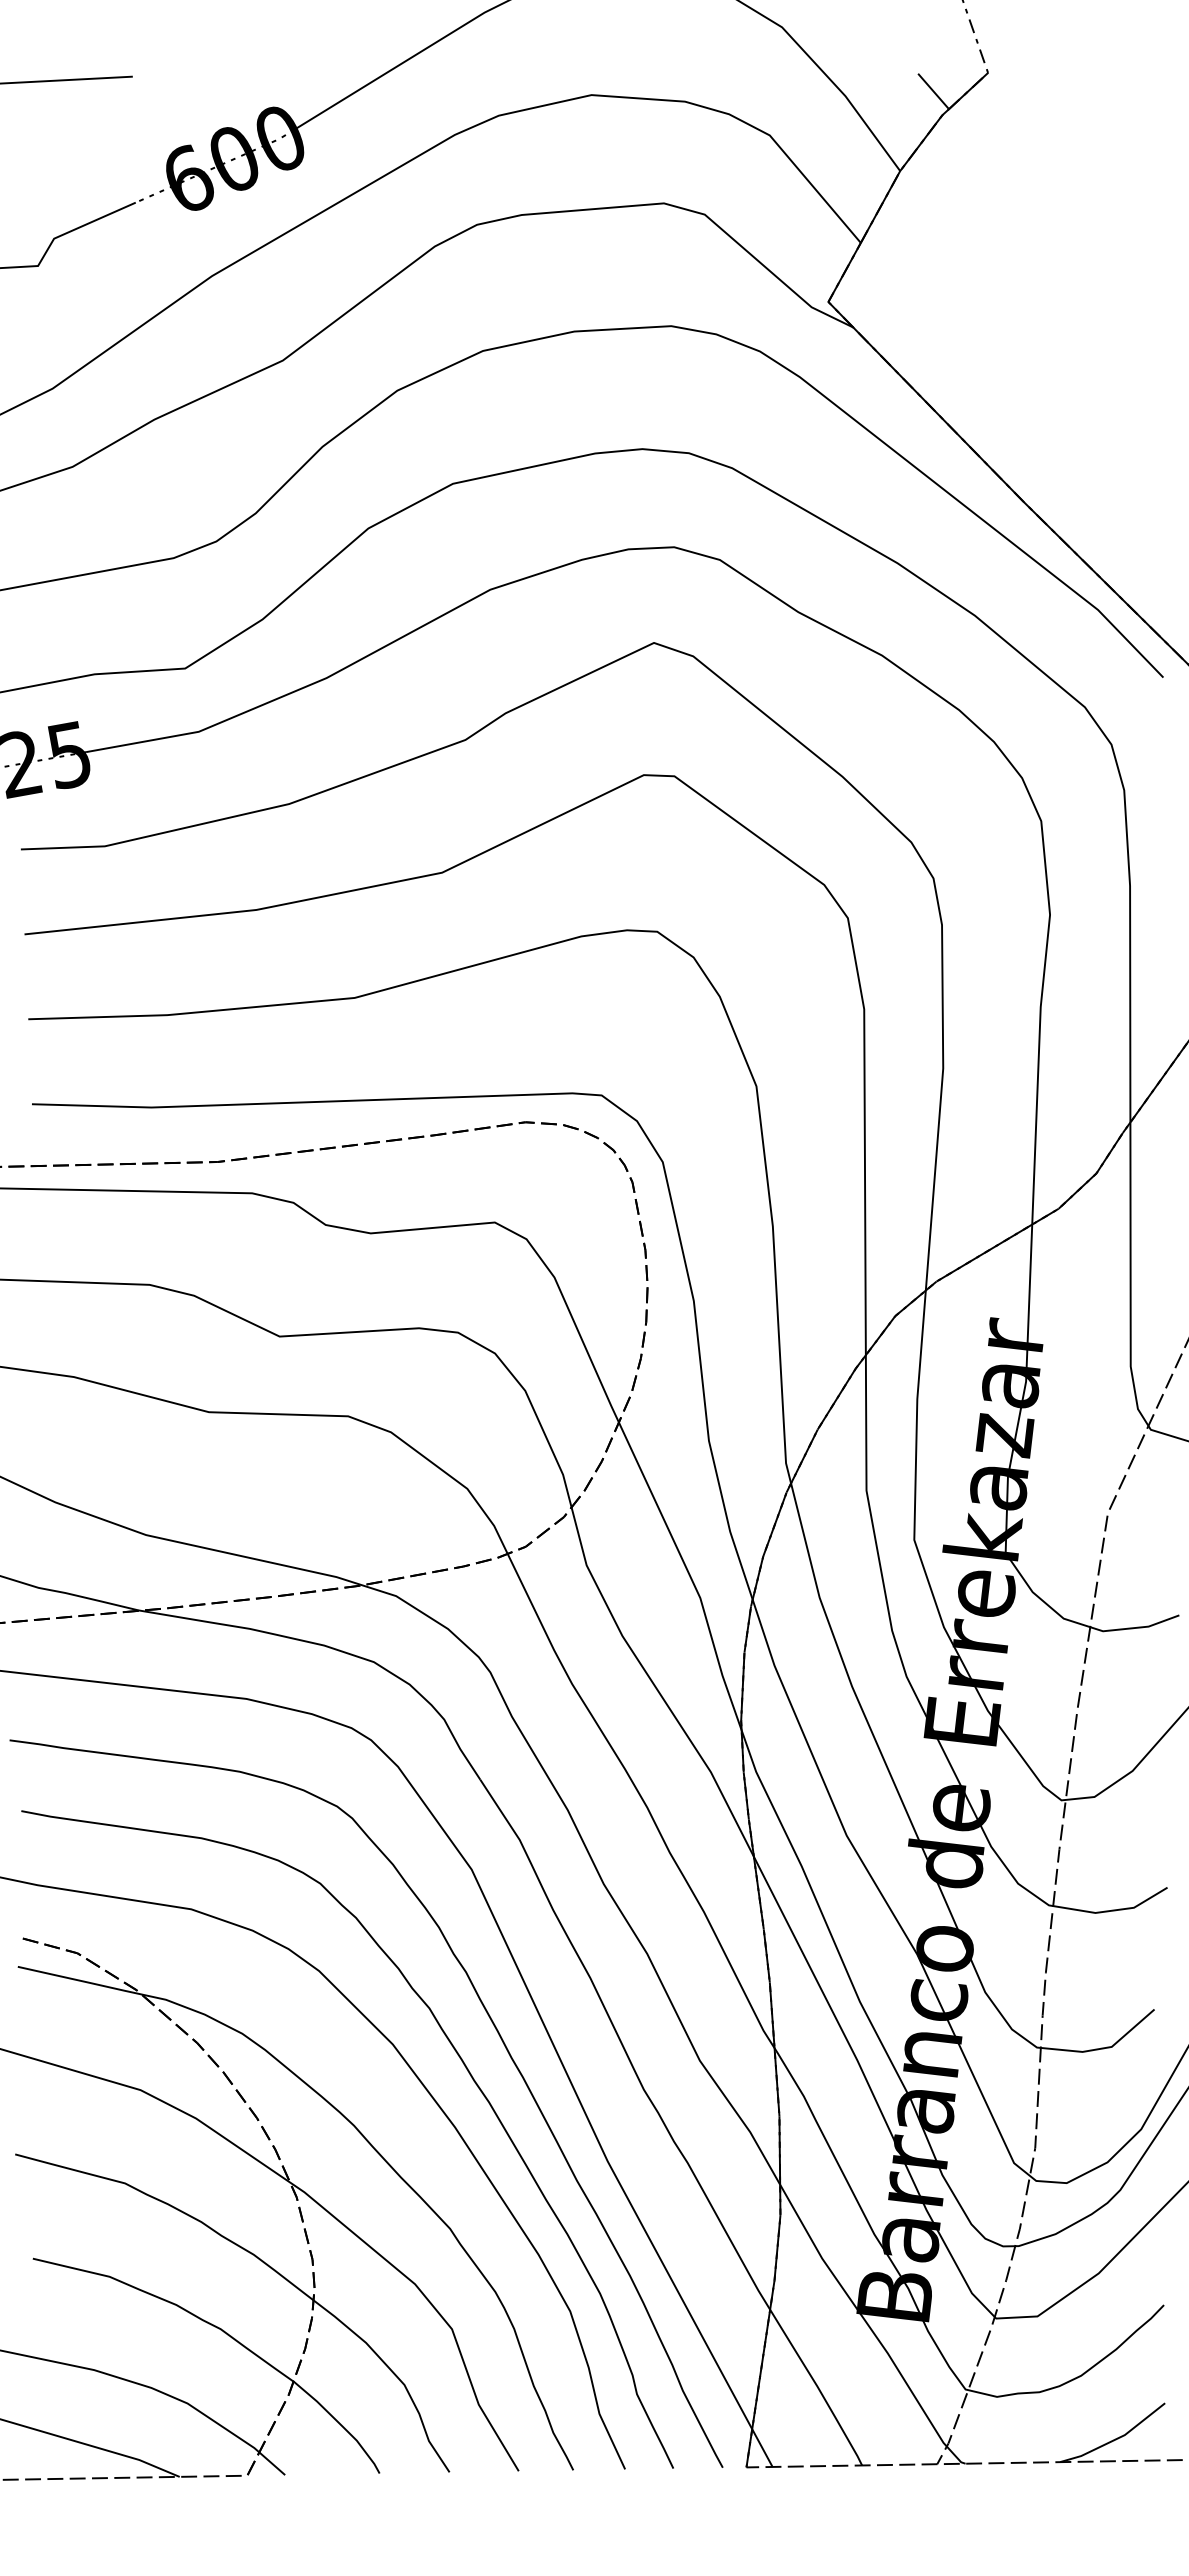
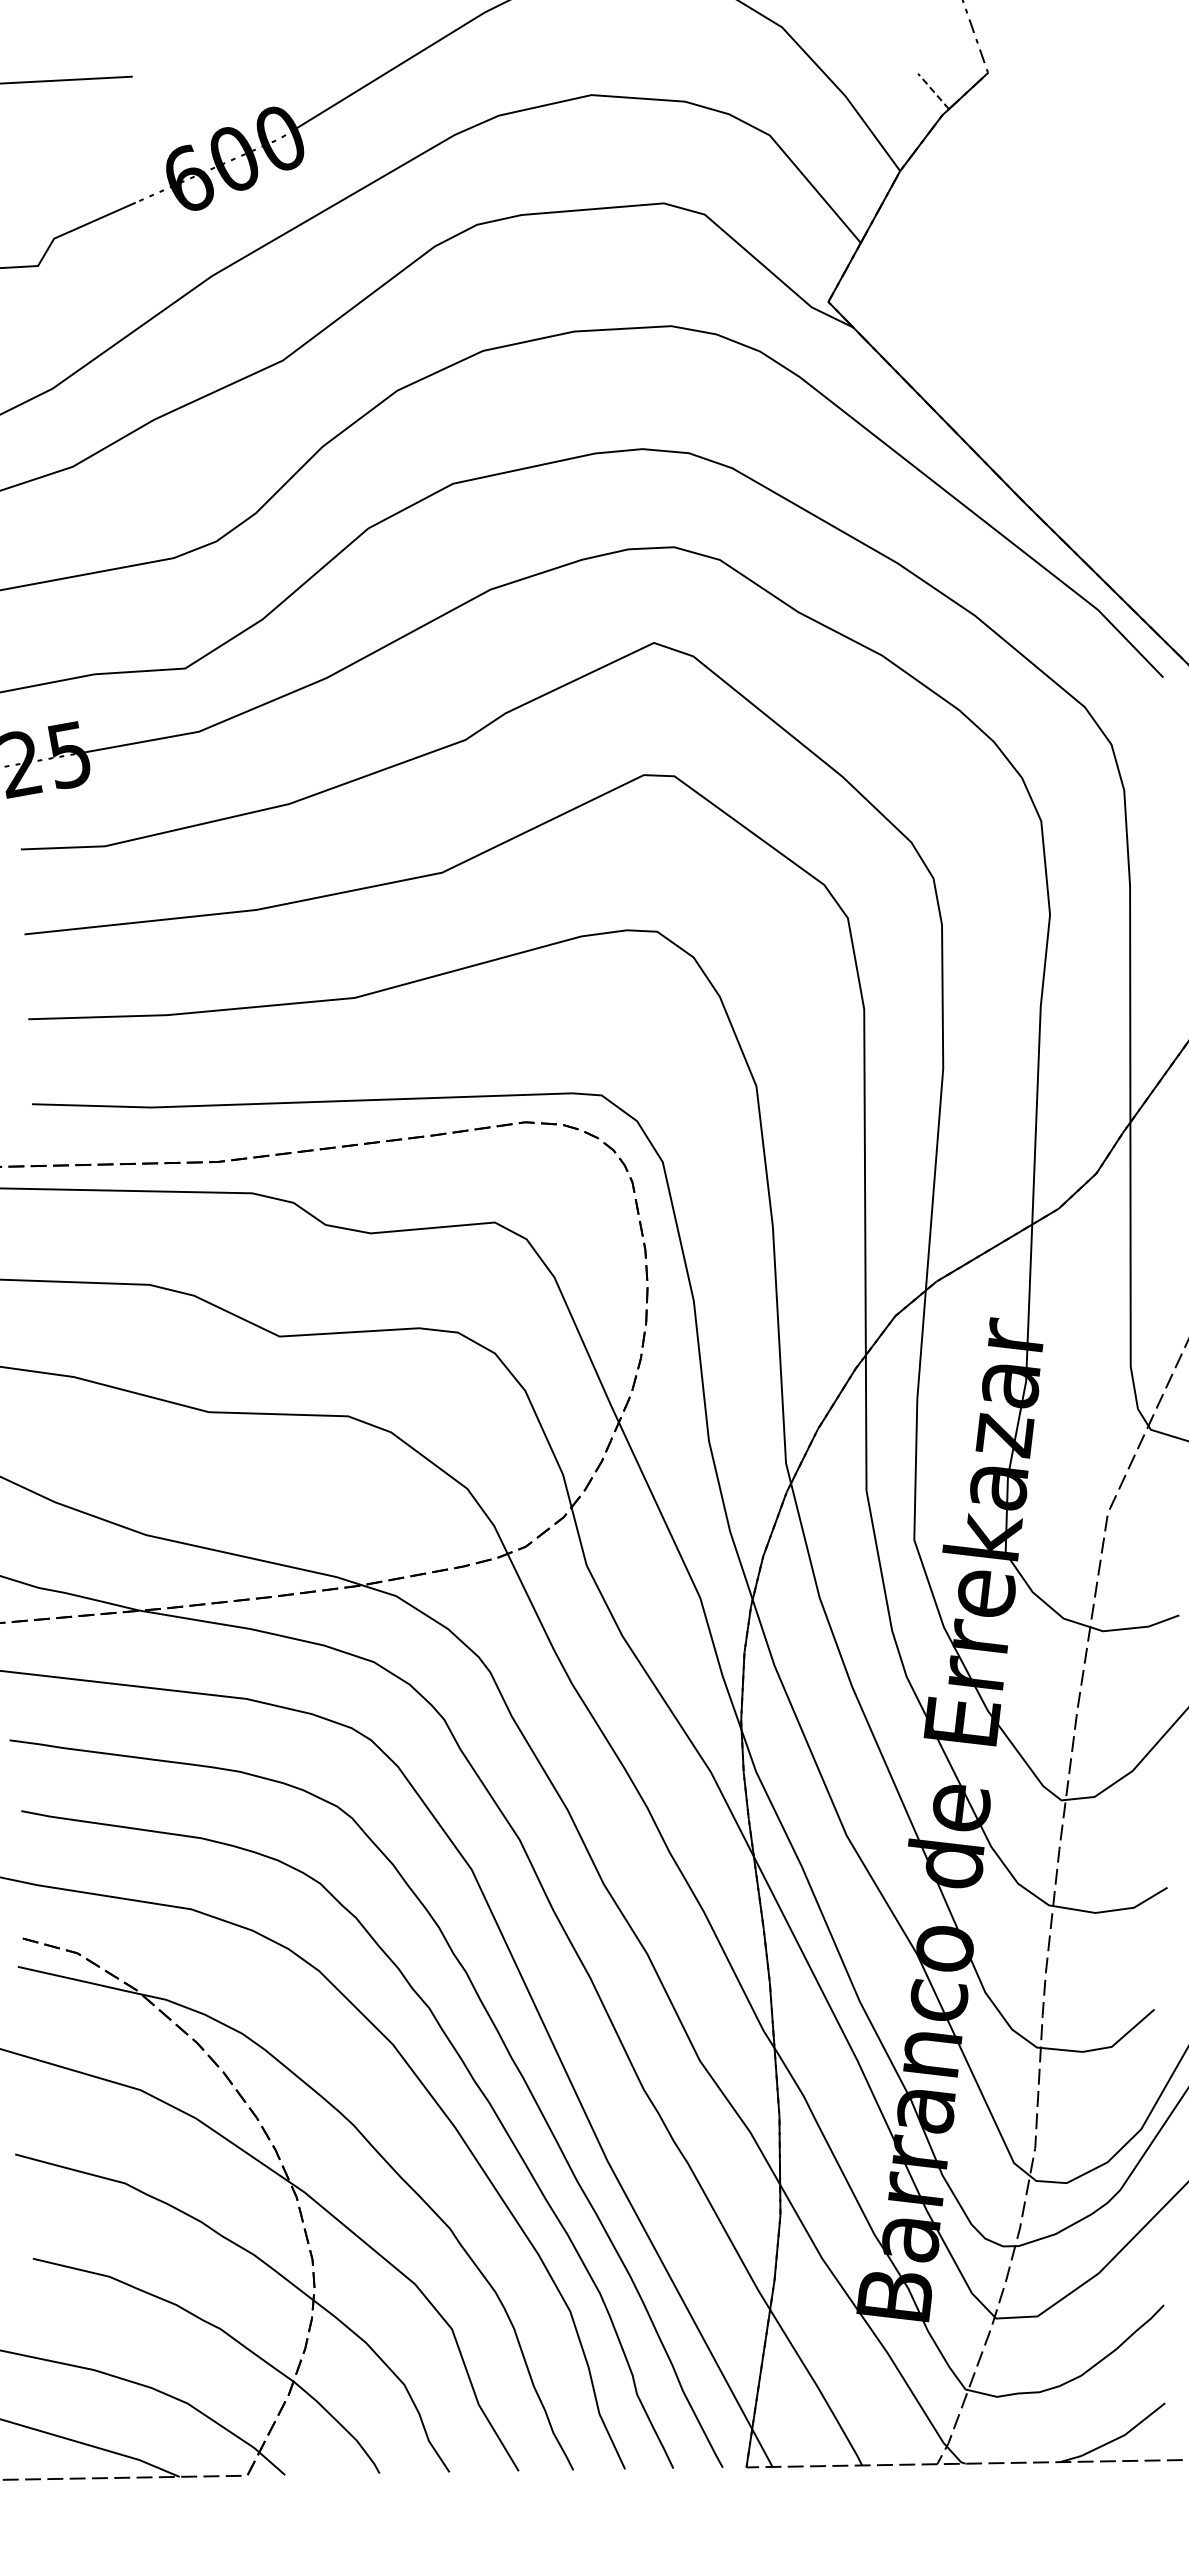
line at (933, 91): solid -> dashed
